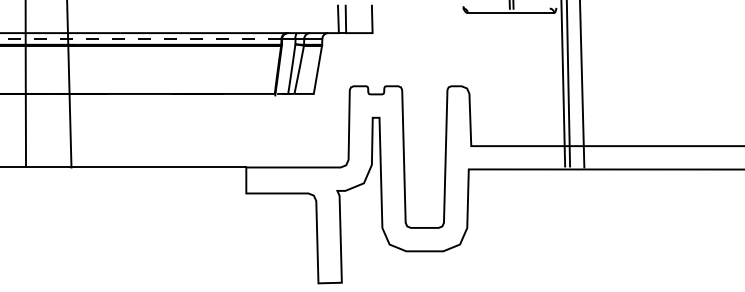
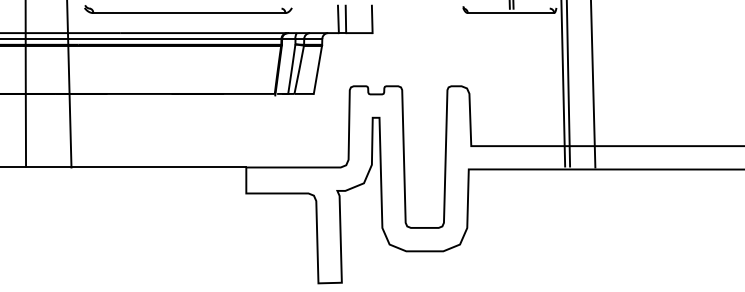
part at (188, 9): none -> present
line at (140, 39): dashed -> solid
line at (582, 84) position: (582, 84) -> (593, 84)
